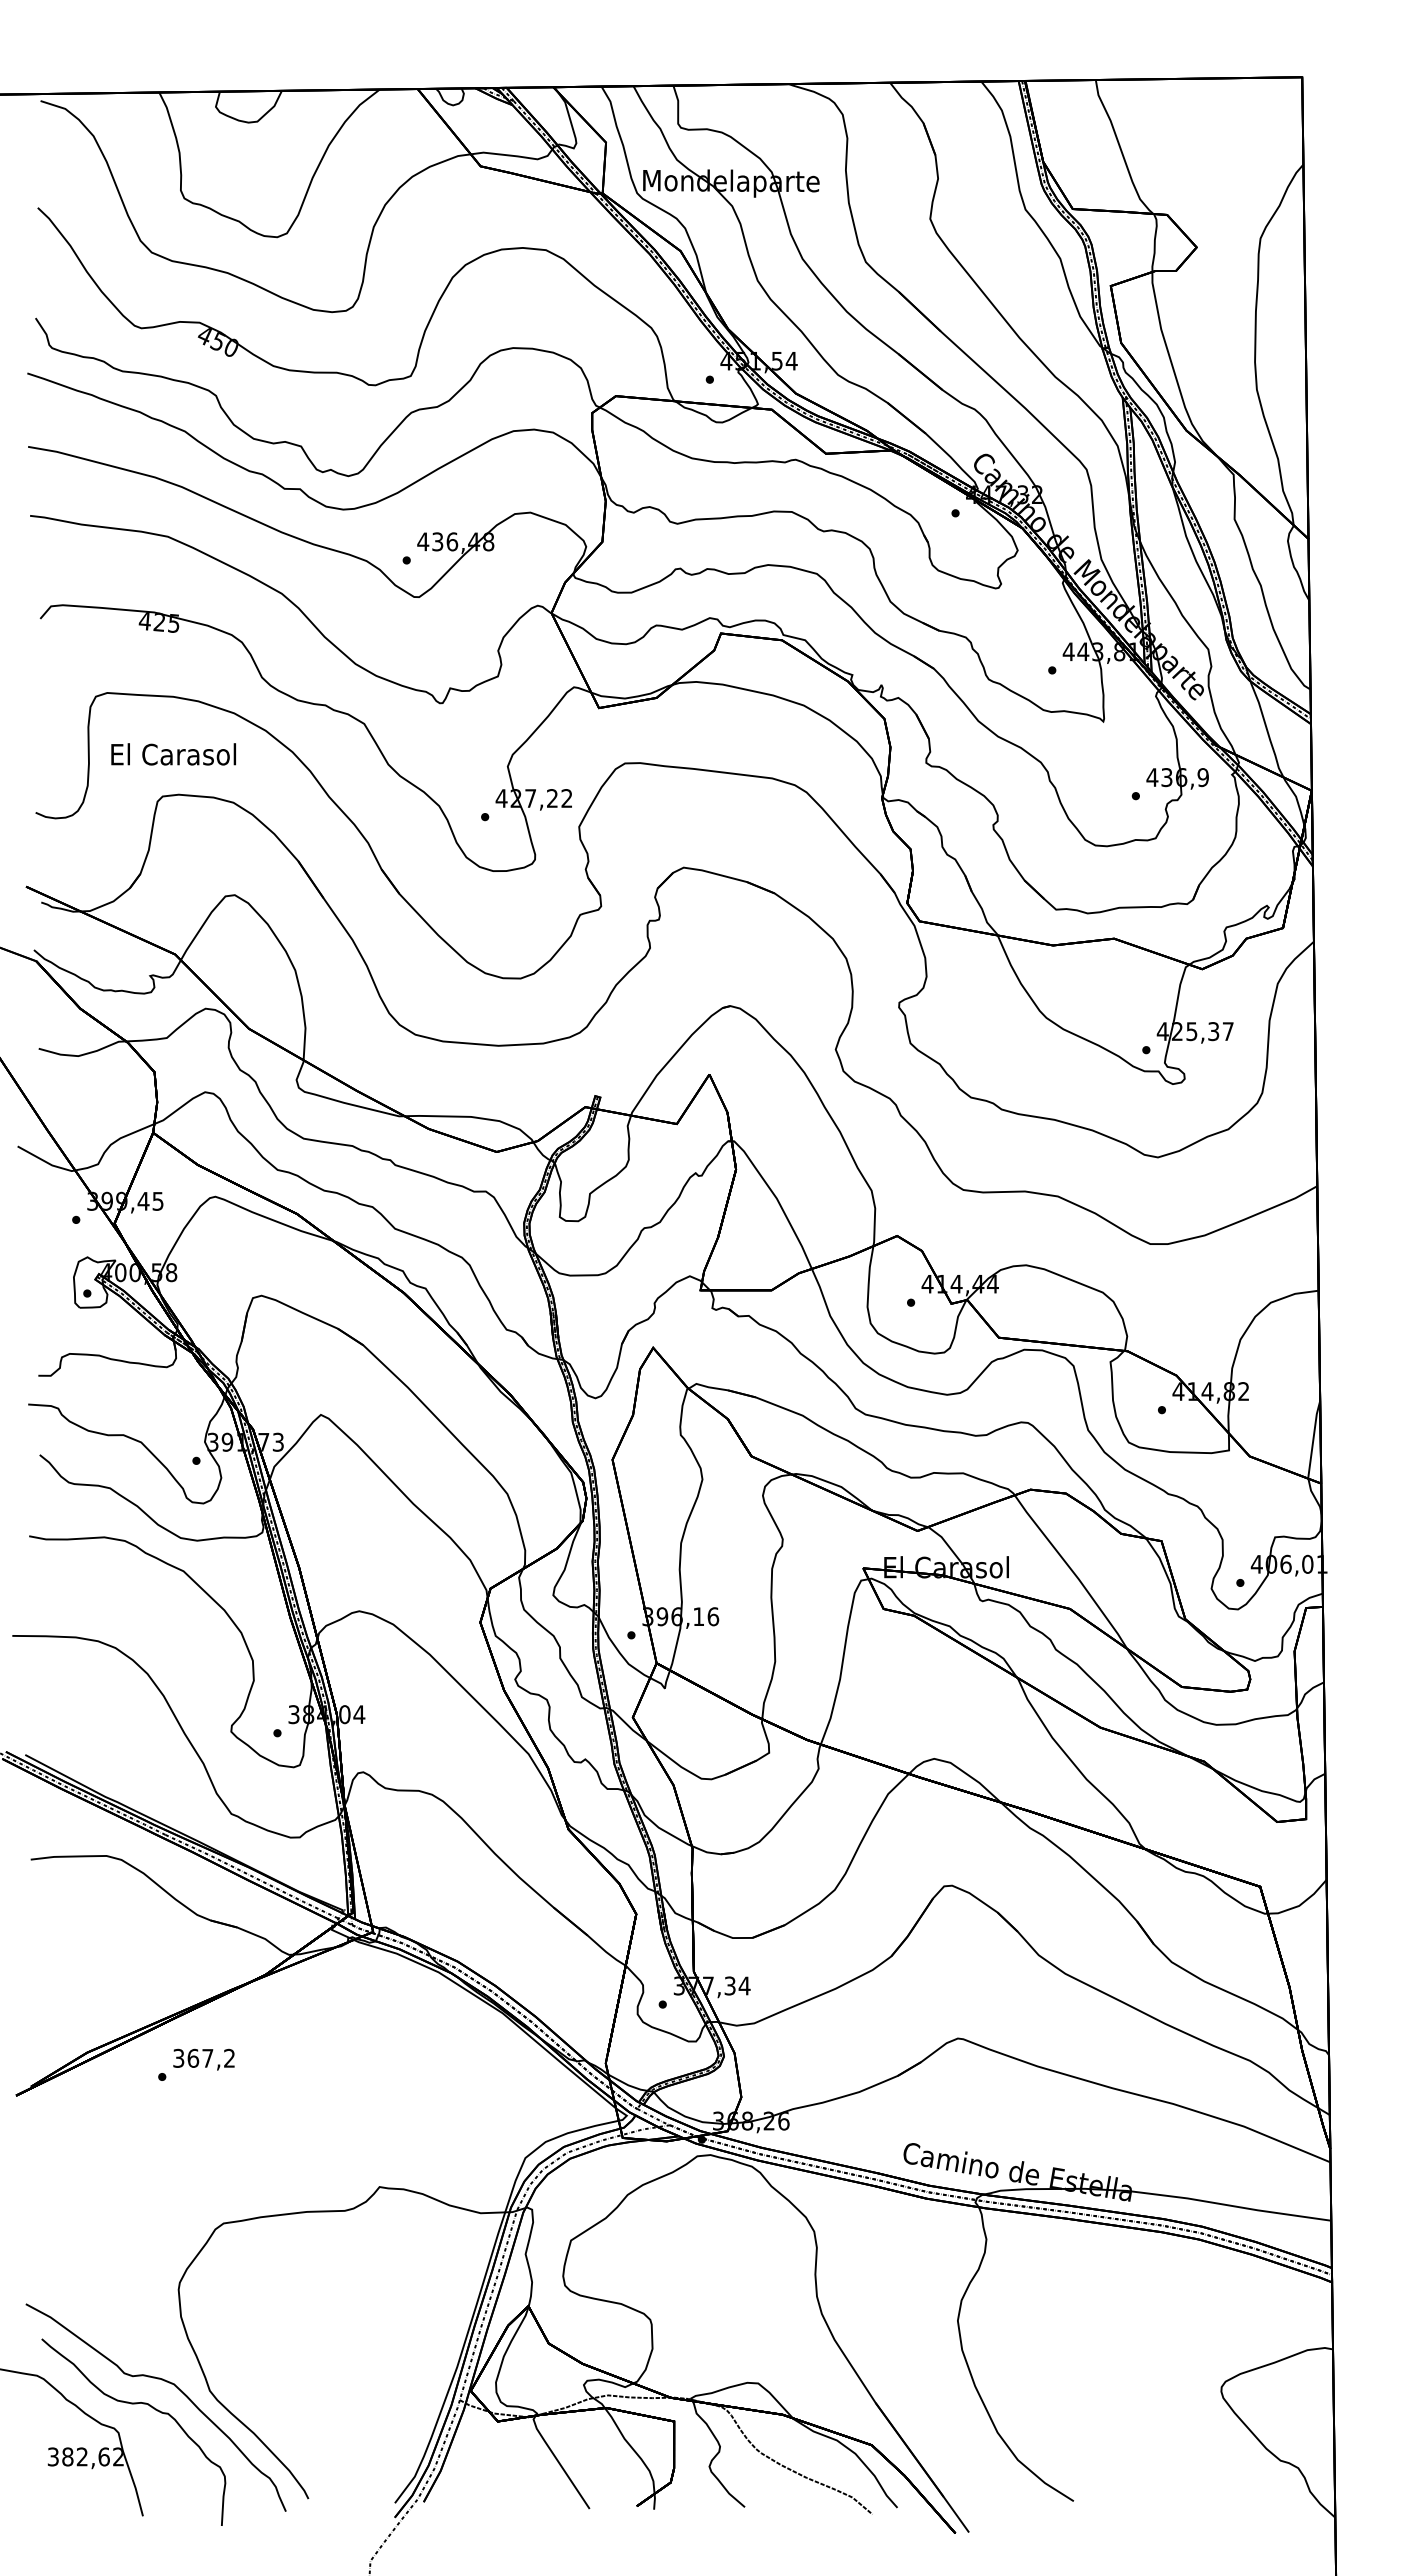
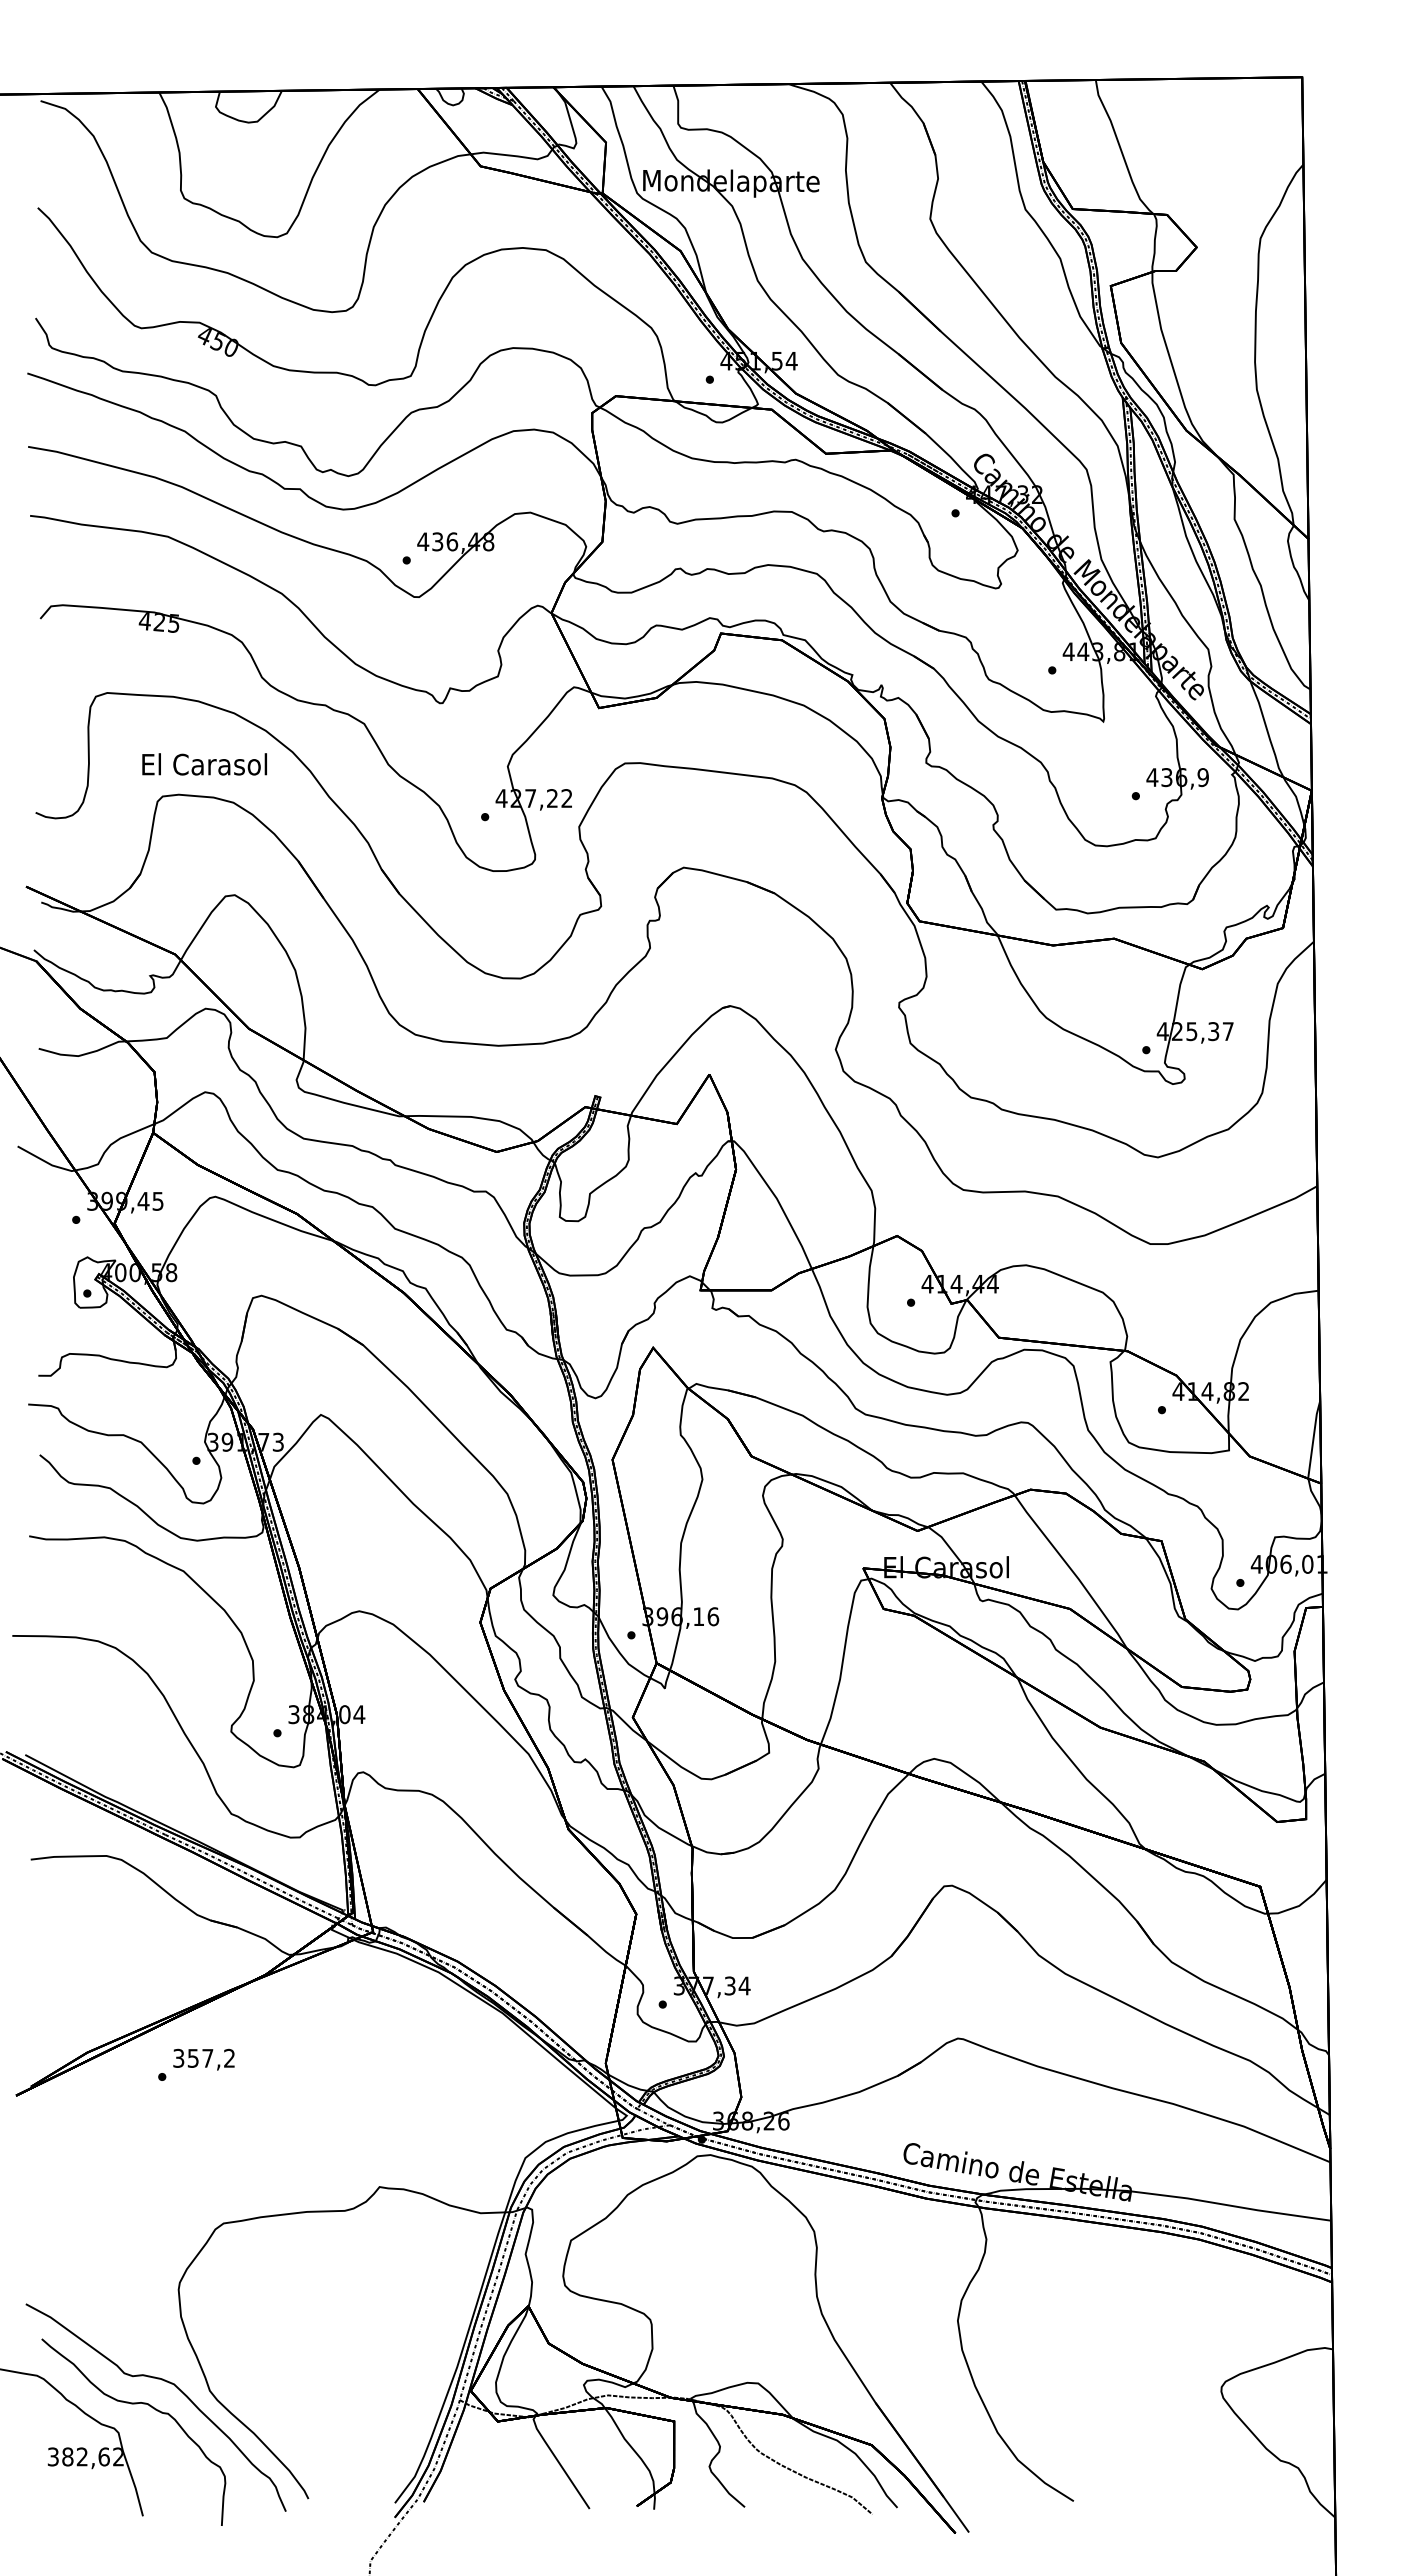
text at (173, 754) position: (173, 754) -> (204, 764)
text at (193, 2057): 367,2 -> 357,2
